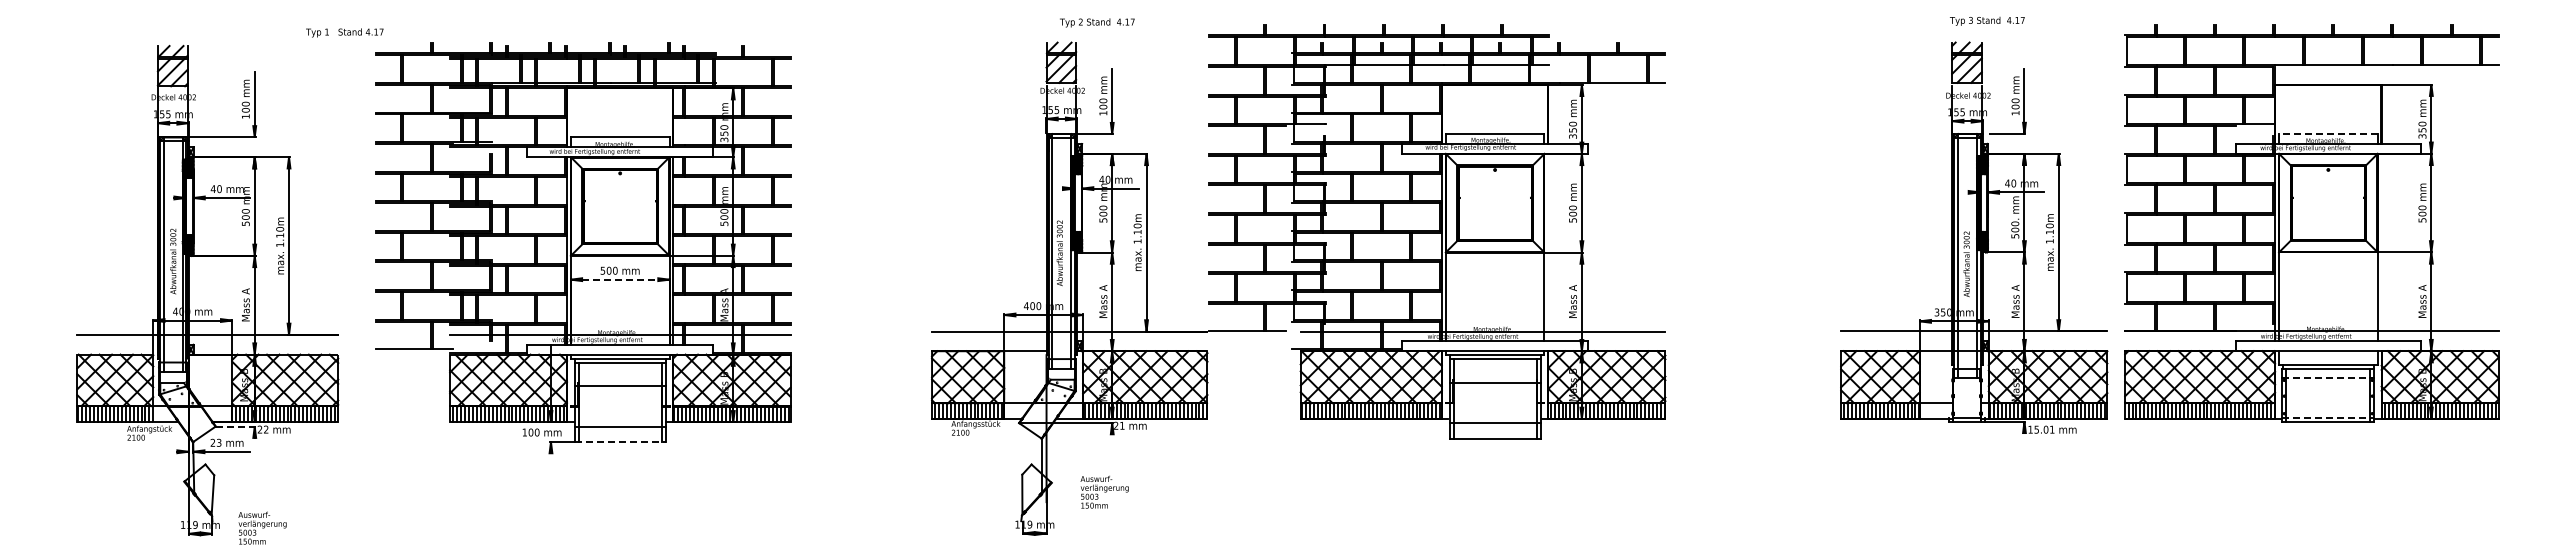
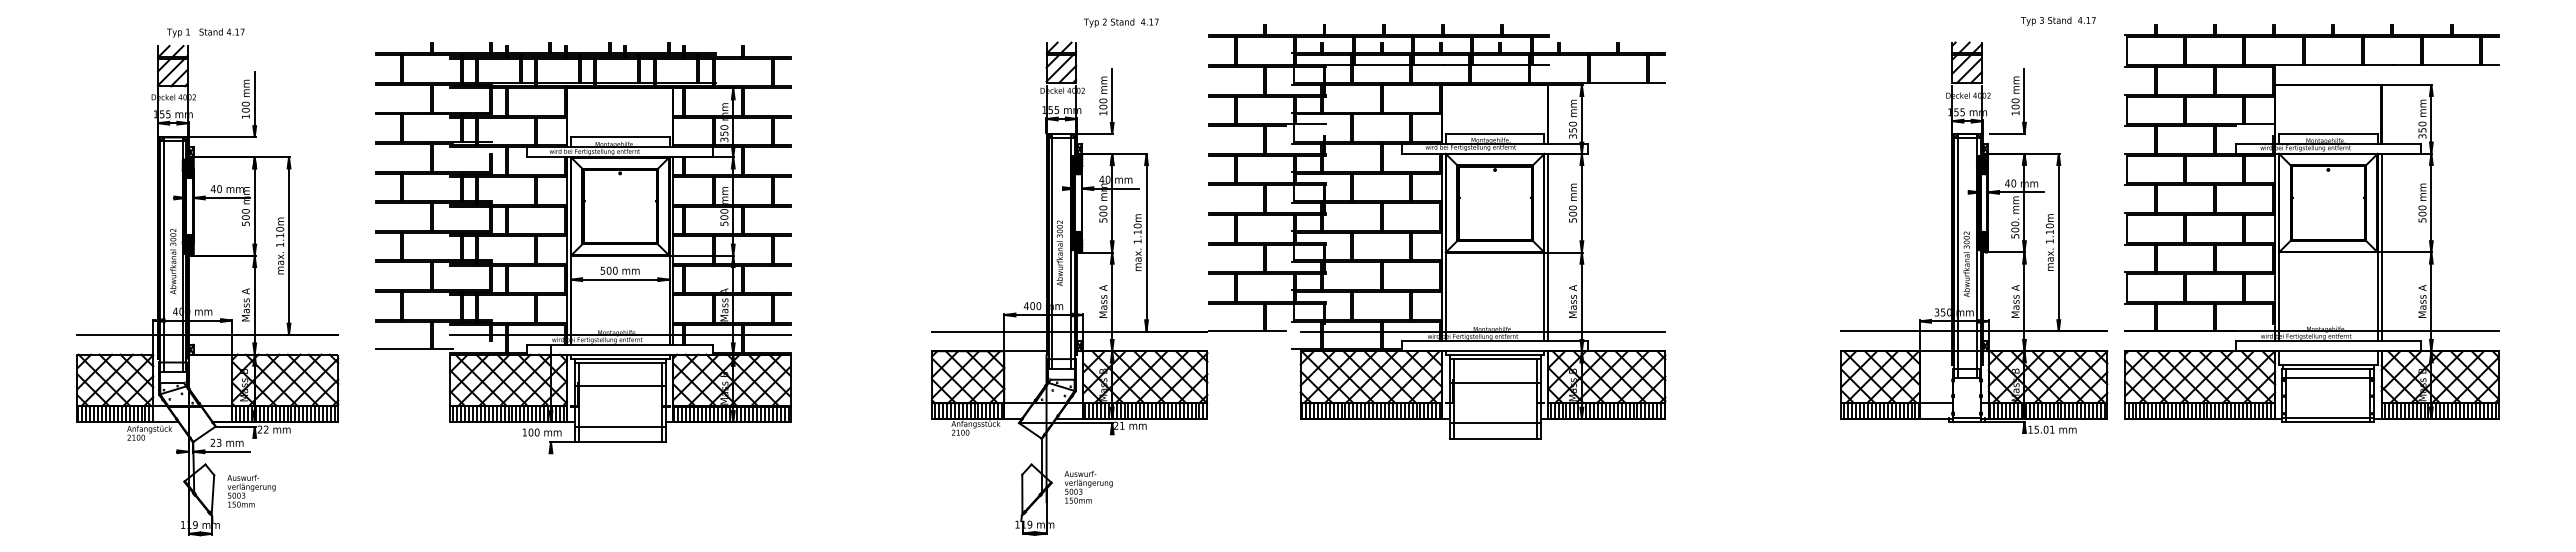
text at (1987, 21) position: (1987, 21) -> (2058, 21)
text at (1097, 22) position: (1097, 22) -> (1121, 22)
text at (344, 32) position: (344, 32) -> (205, 32)
line at (2327, 134): dashed -> solid
line at (1548, 247): none -> present
line at (2381, 247): none -> present
line at (620, 279): dashed -> solid
line at (2328, 378): dashed -> solid
line at (2328, 417): dashed -> solid
line at (235, 426): dashed -> solid
line at (620, 442): dashed -> solid
text at (1104, 491) position: (1104, 491) -> (1088, 486)
text at (262, 527) position: (262, 527) -> (251, 490)
